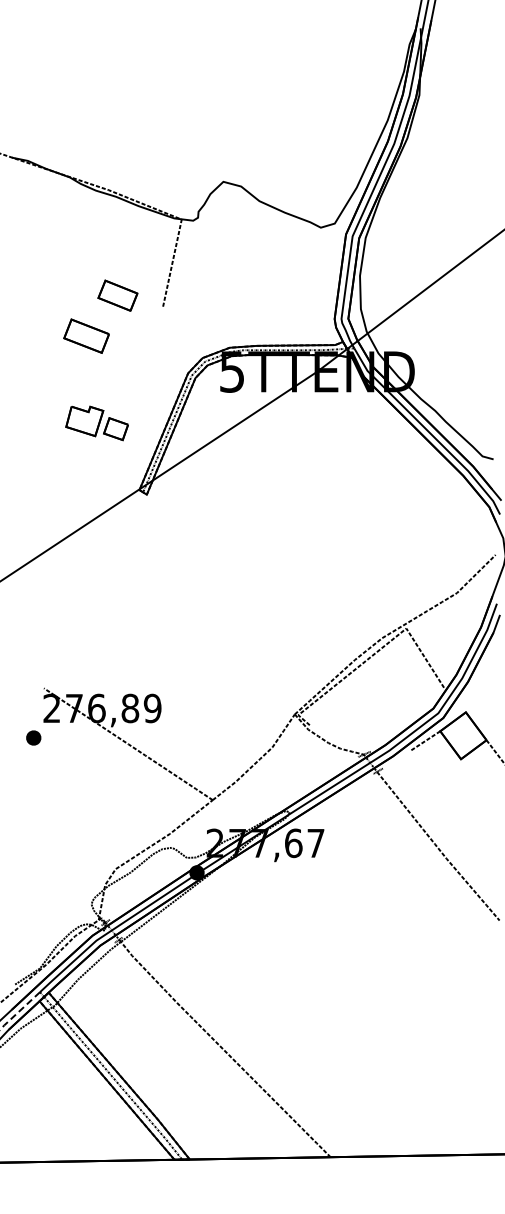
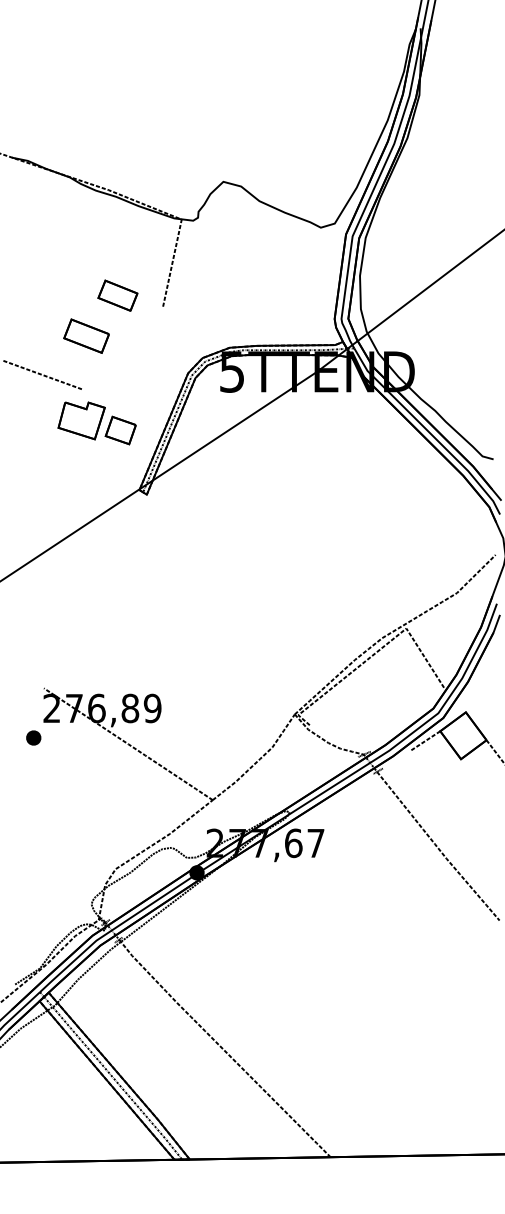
line at (41, 374): none -> present
part at (96, 423) size: 64x37 px -> 80x45 px
line at (19, 1011): dashed -> solid
